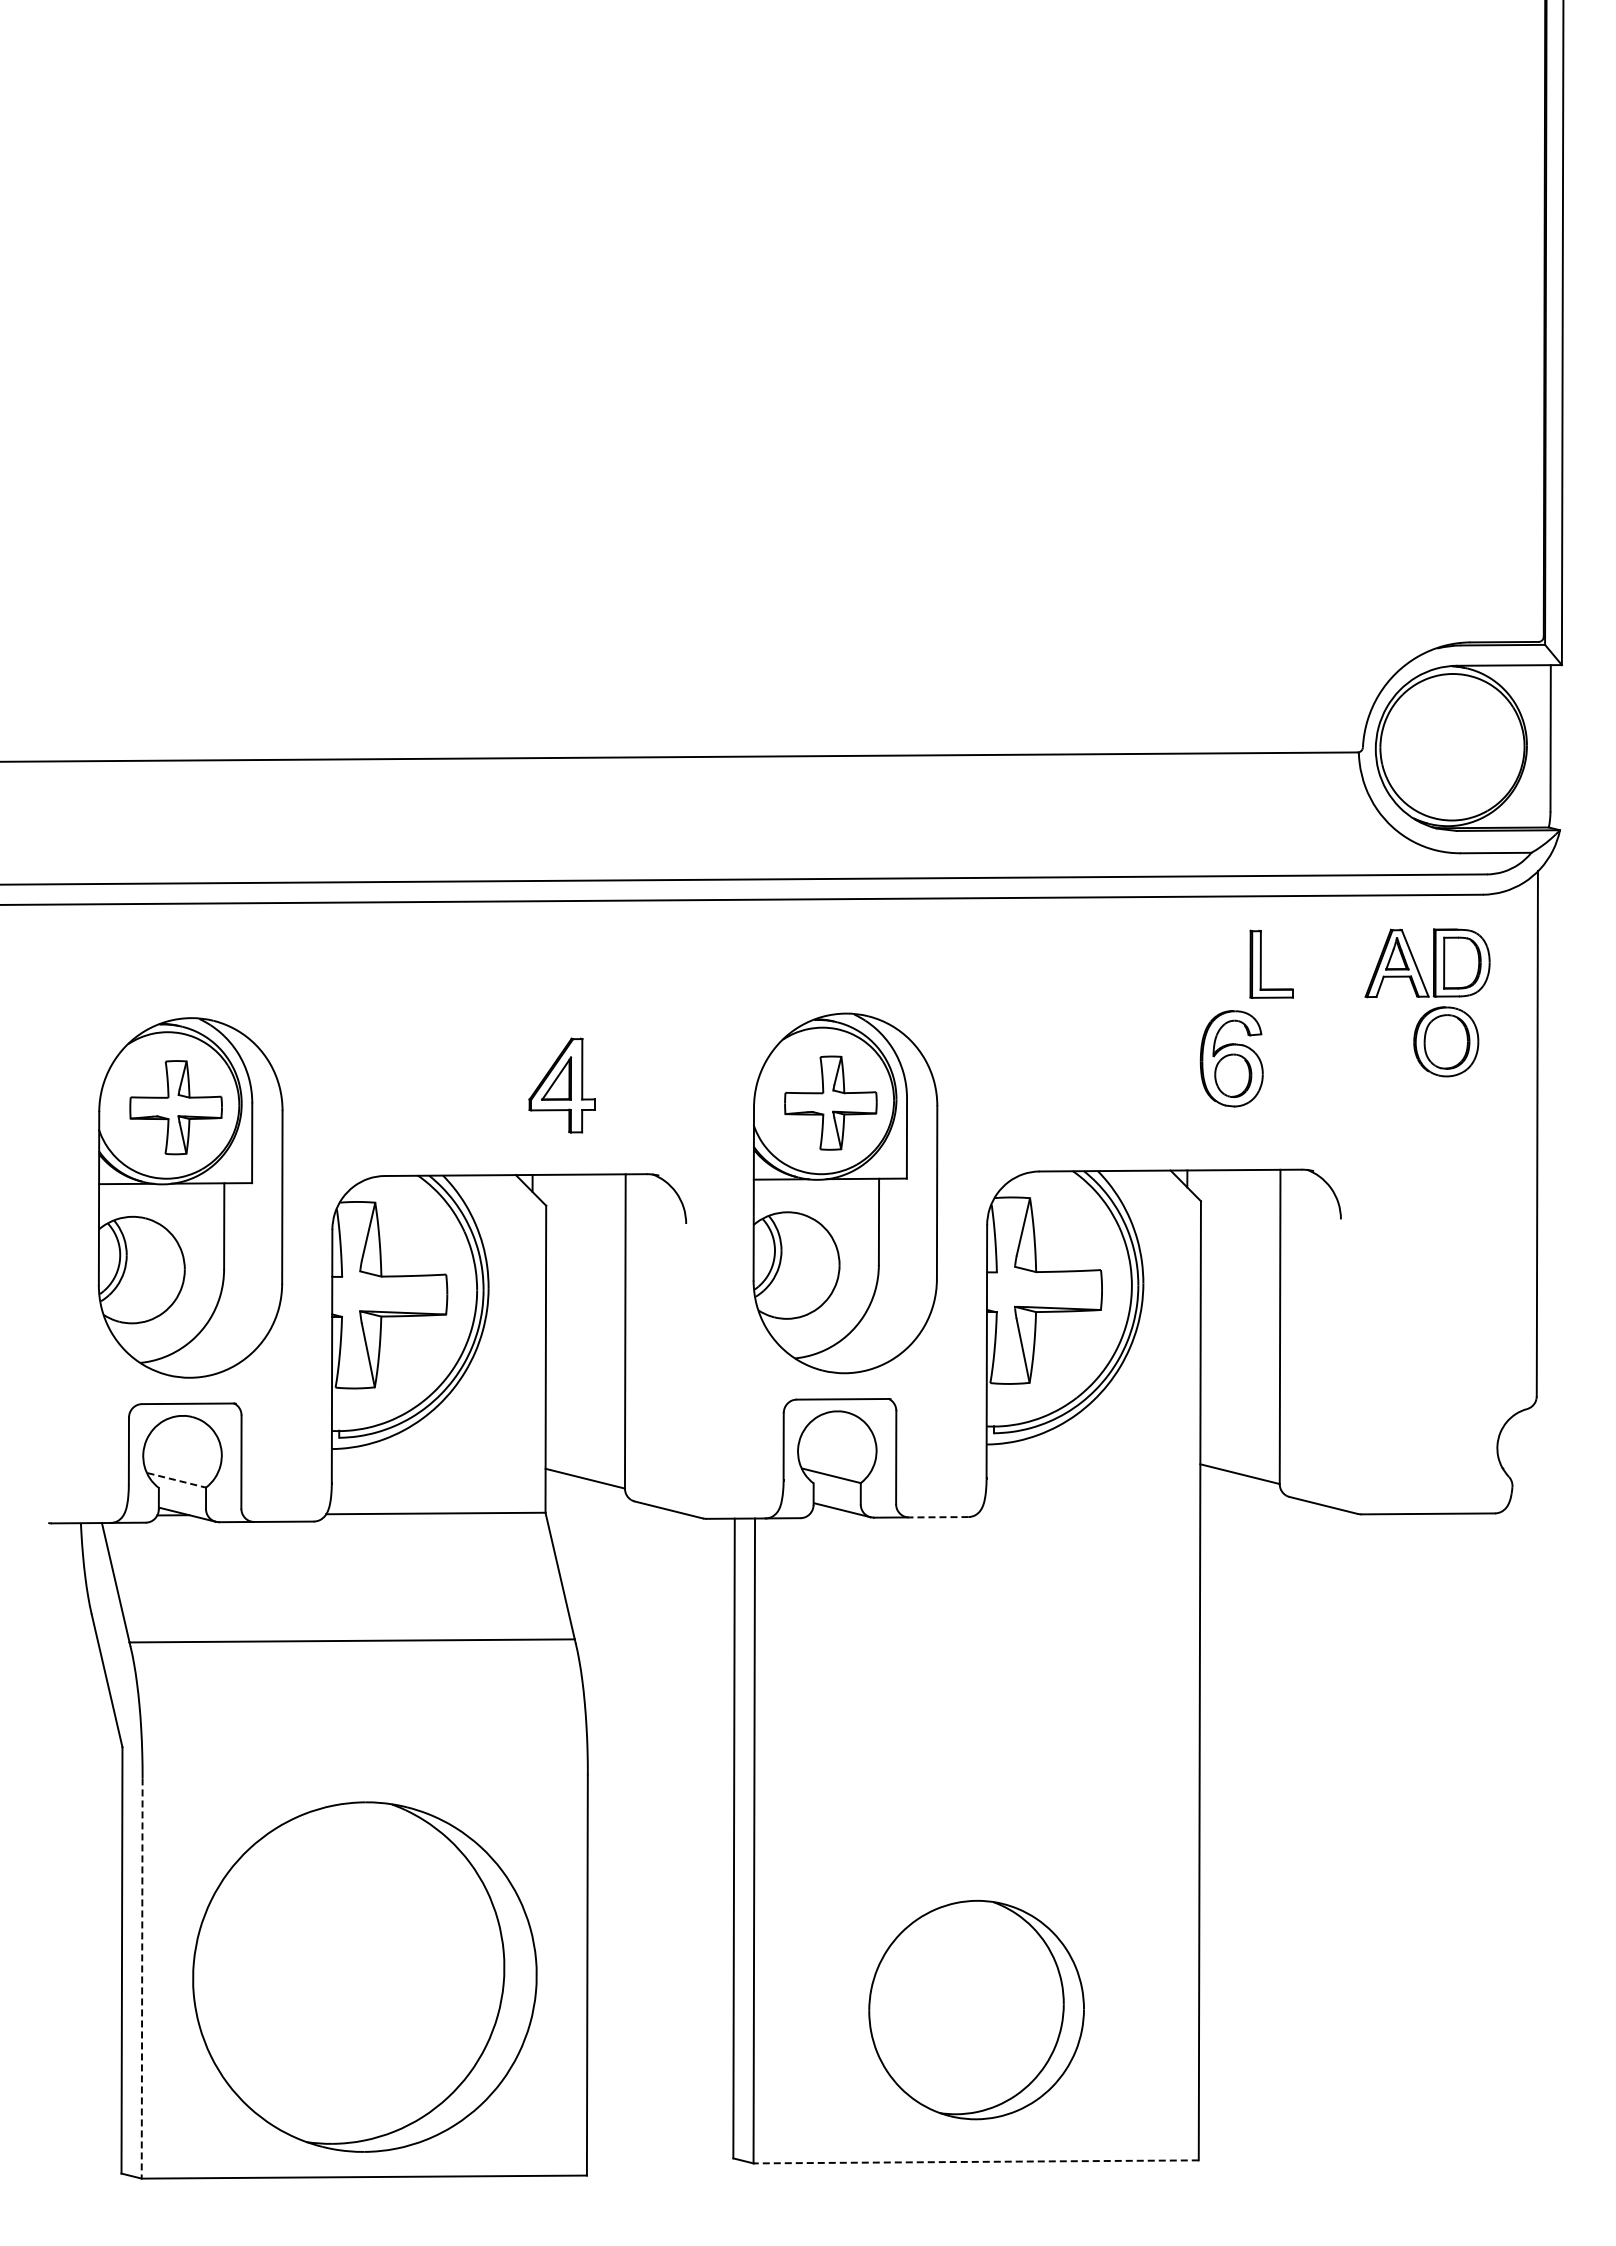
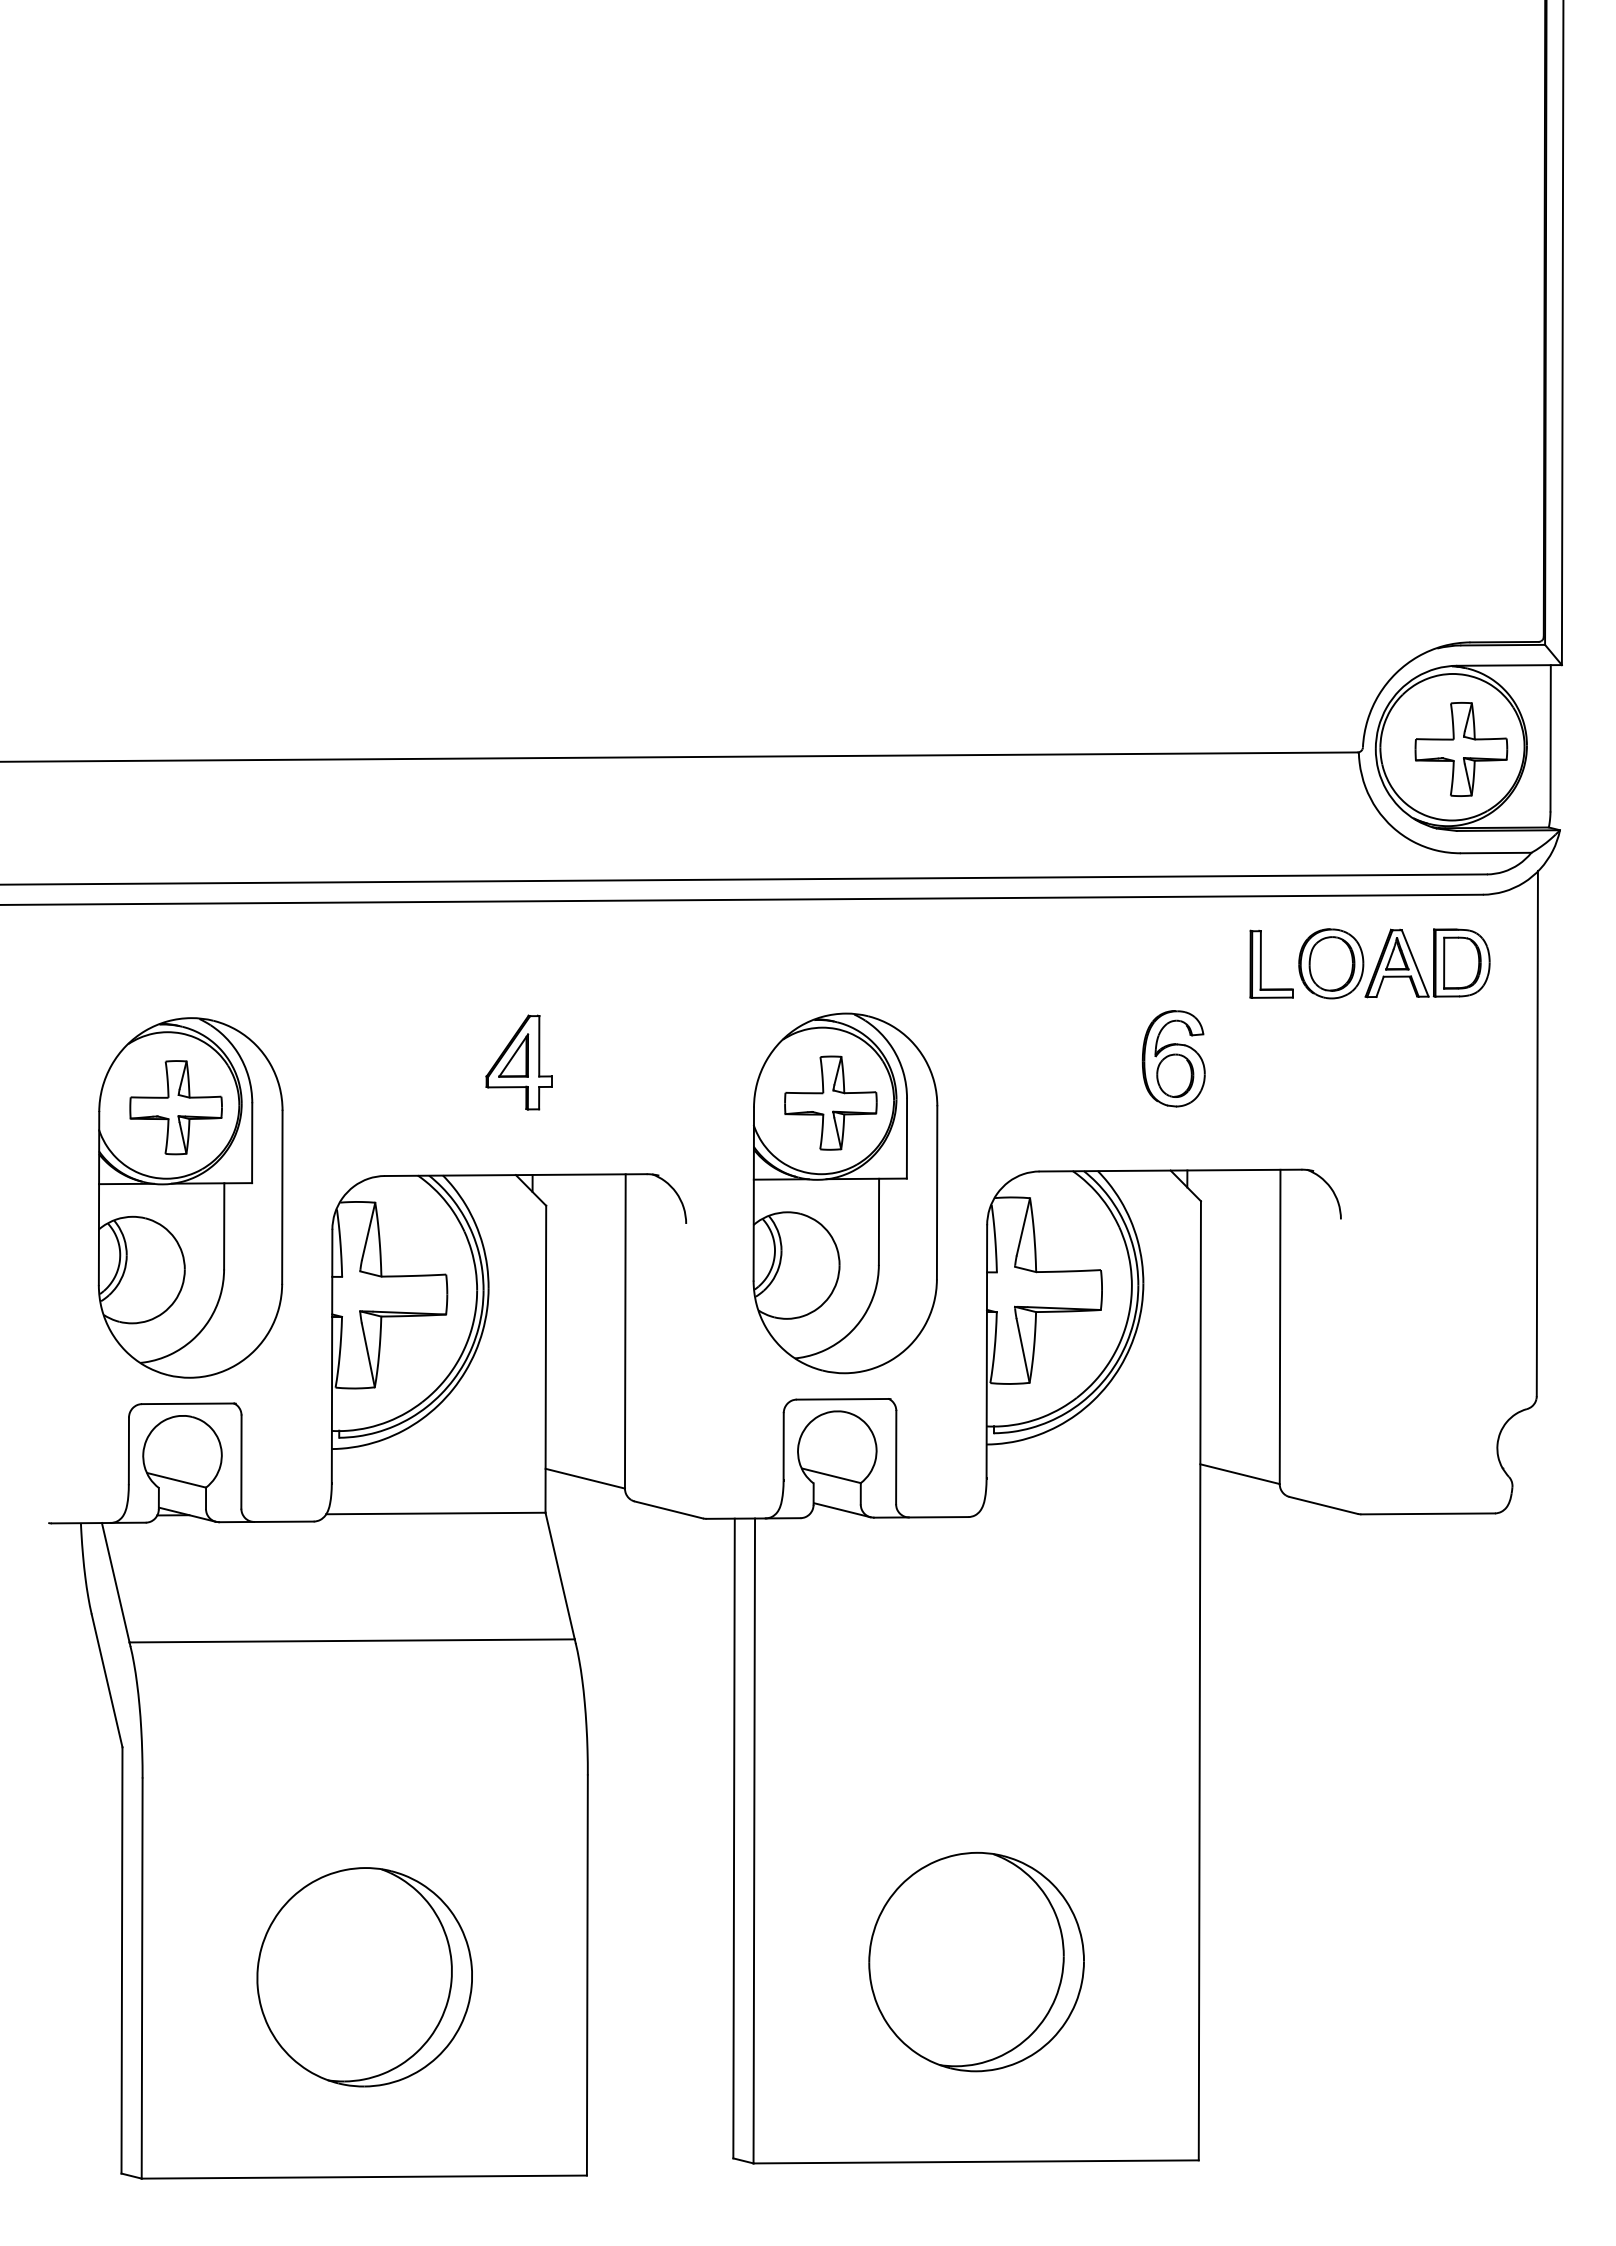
part at (1461, 749): none -> present
part at (1446, 1041) position: (1446, 1041) -> (1331, 963)
part at (1231, 1058) position: (1231, 1058) -> (1173, 1058)
part at (561, 1085) position: (561, 1085) -> (518, 1062)
line at (177, 1480): dashed -> solid
line at (938, 1517): dashed -> solid
part at (364, 1976) size: 346x352 px -> 217x221 px
line at (142, 1979): dashed -> solid
part at (976, 2009) position: (976, 2009) -> (976, 1961)
line at (976, 2161): dashed -> solid
